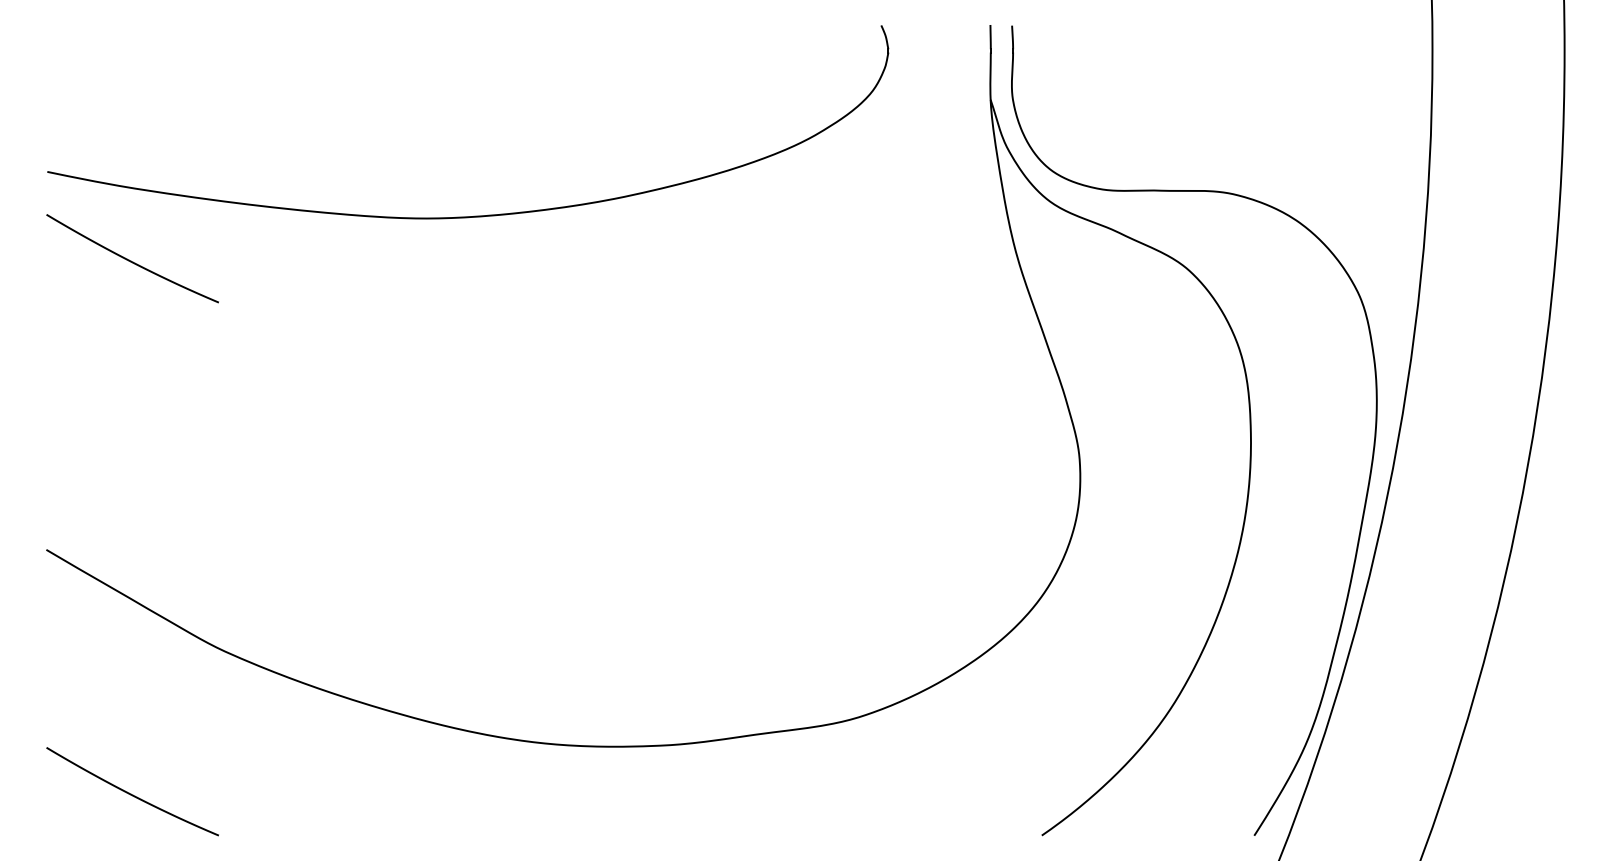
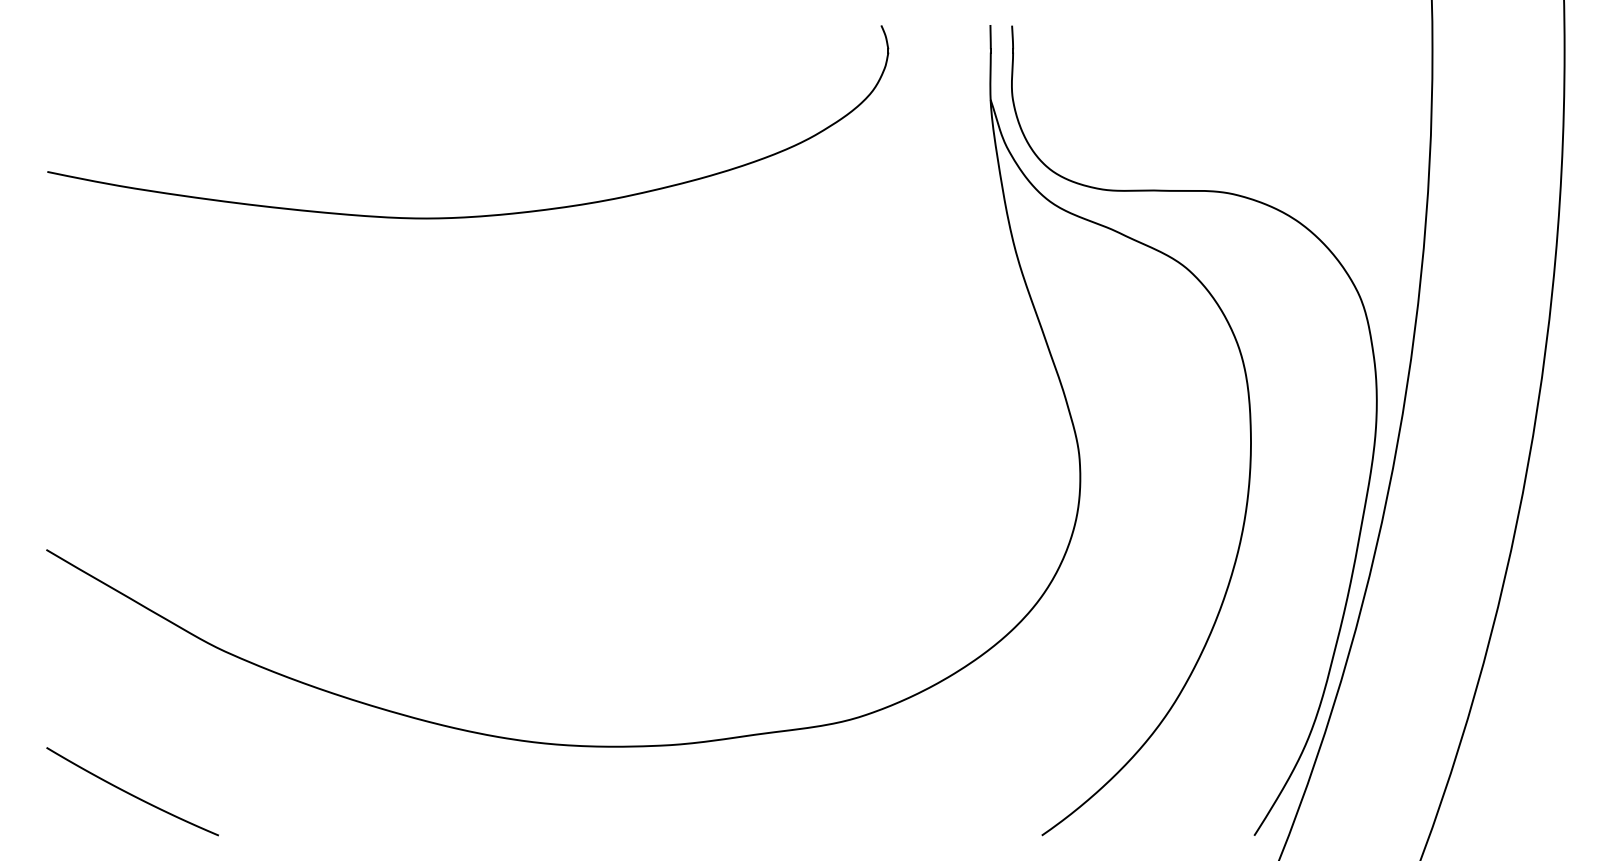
curve at (131, 260): present -> none
